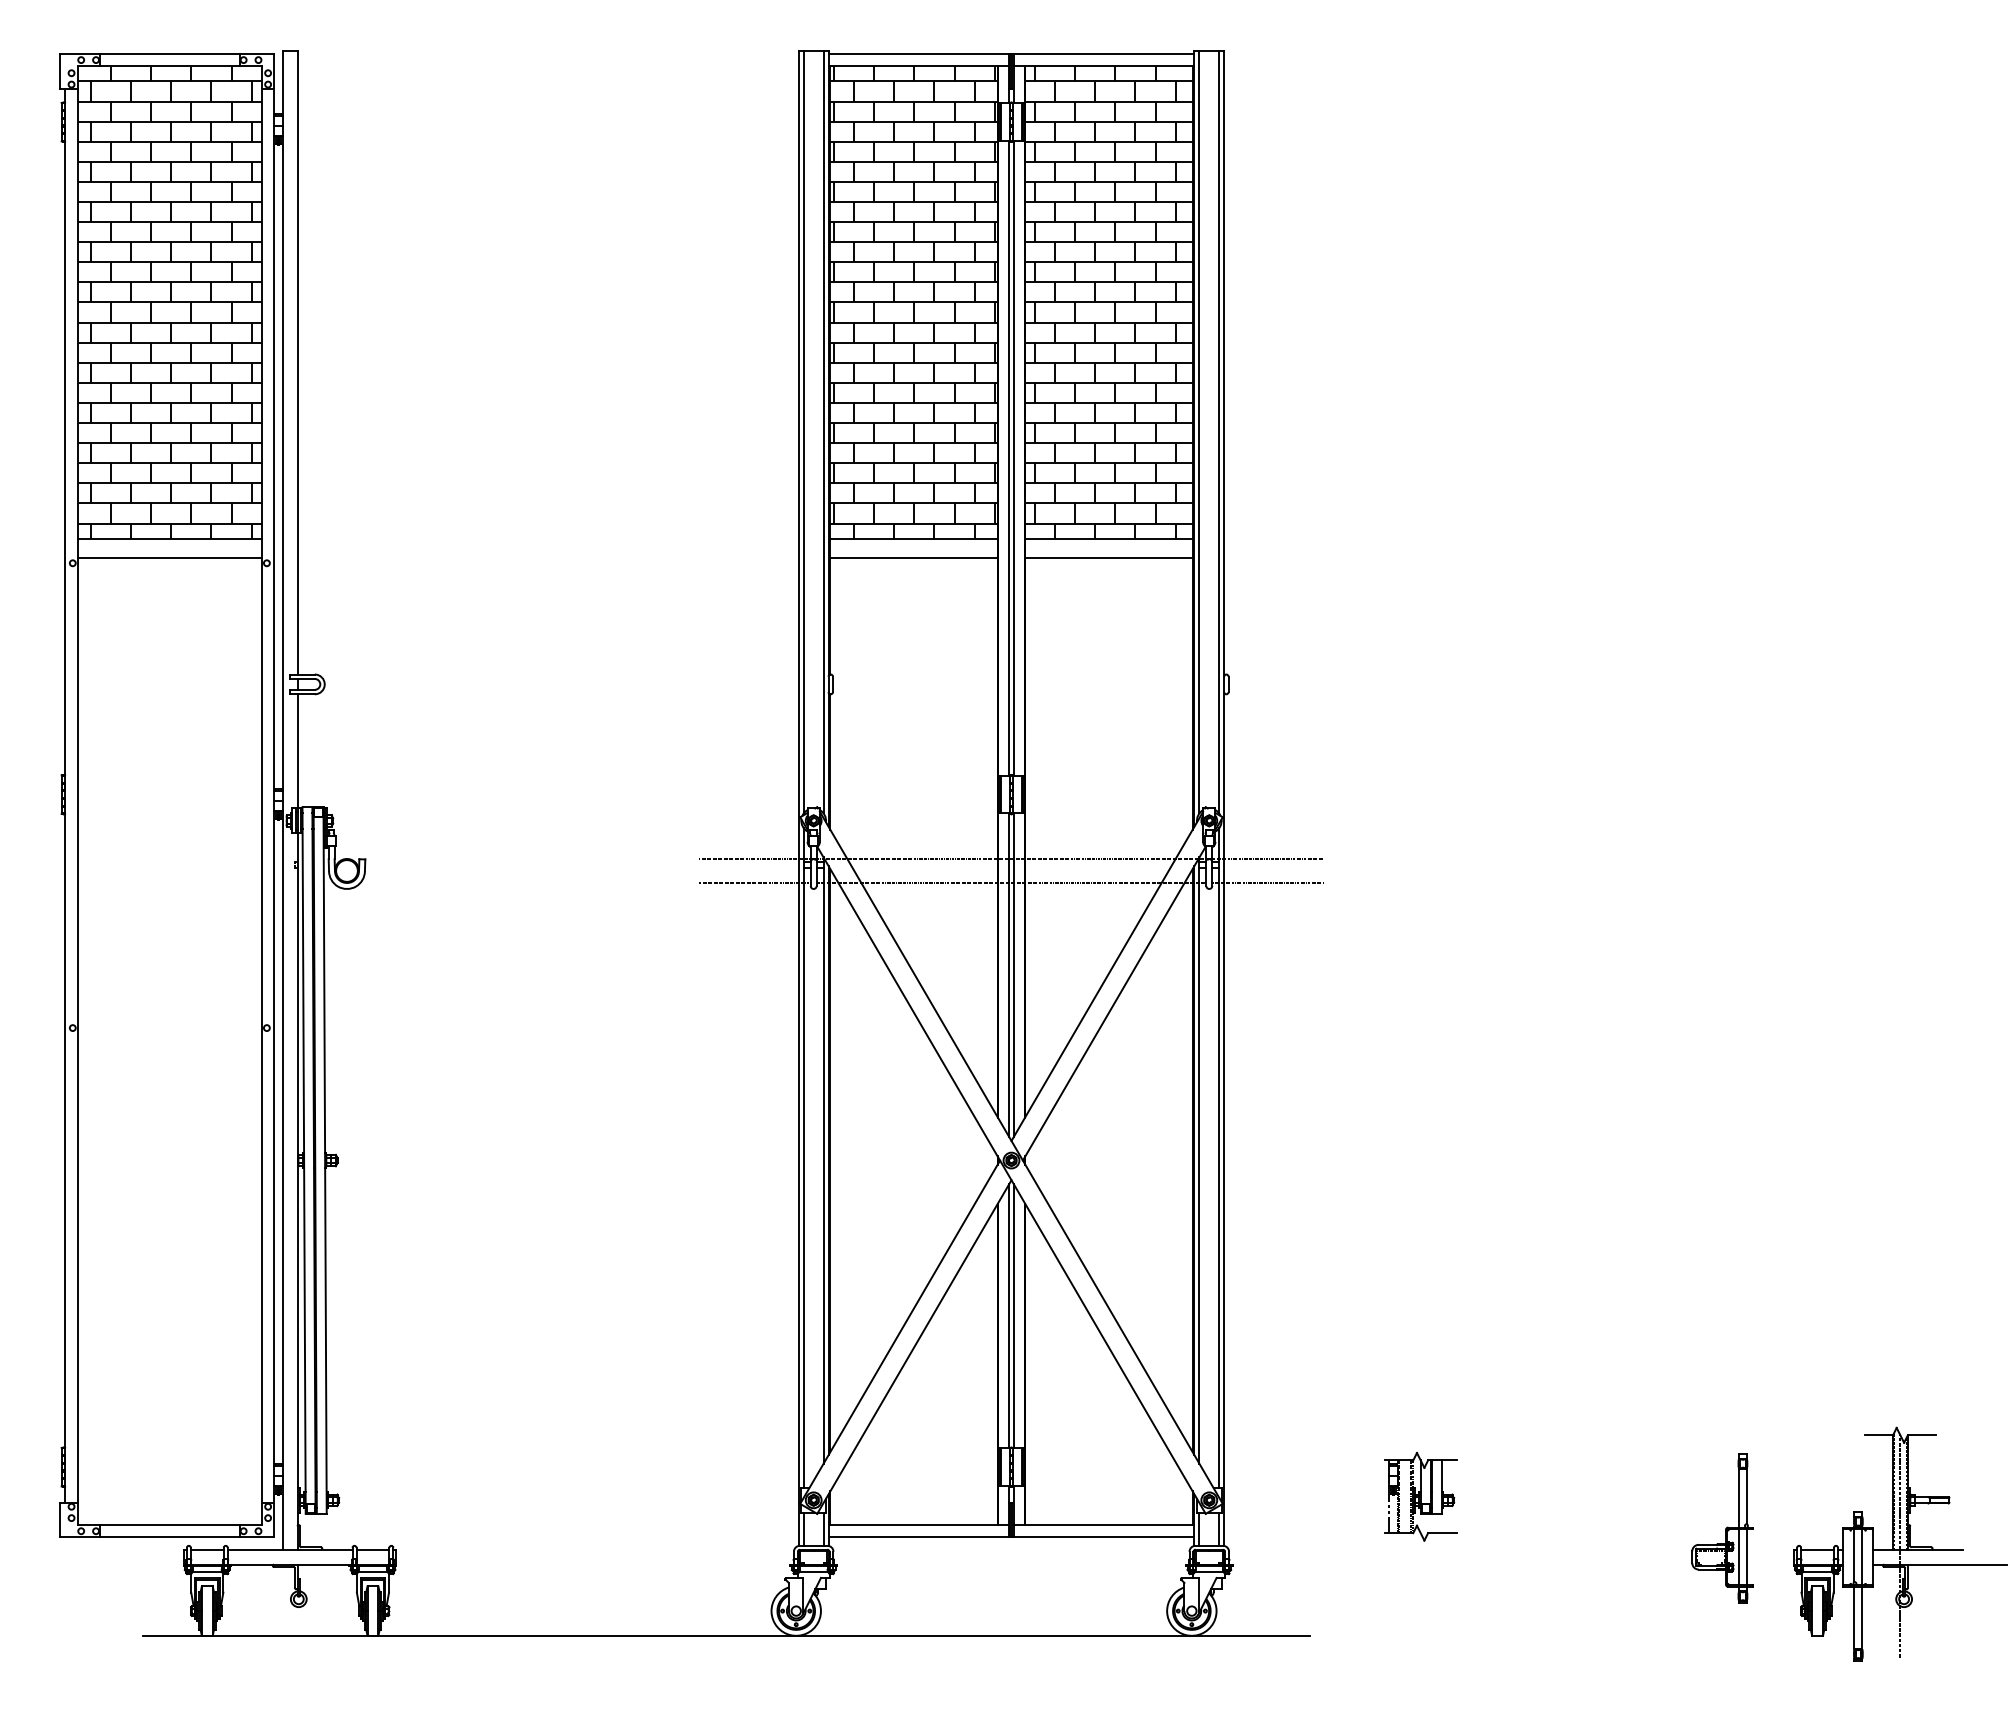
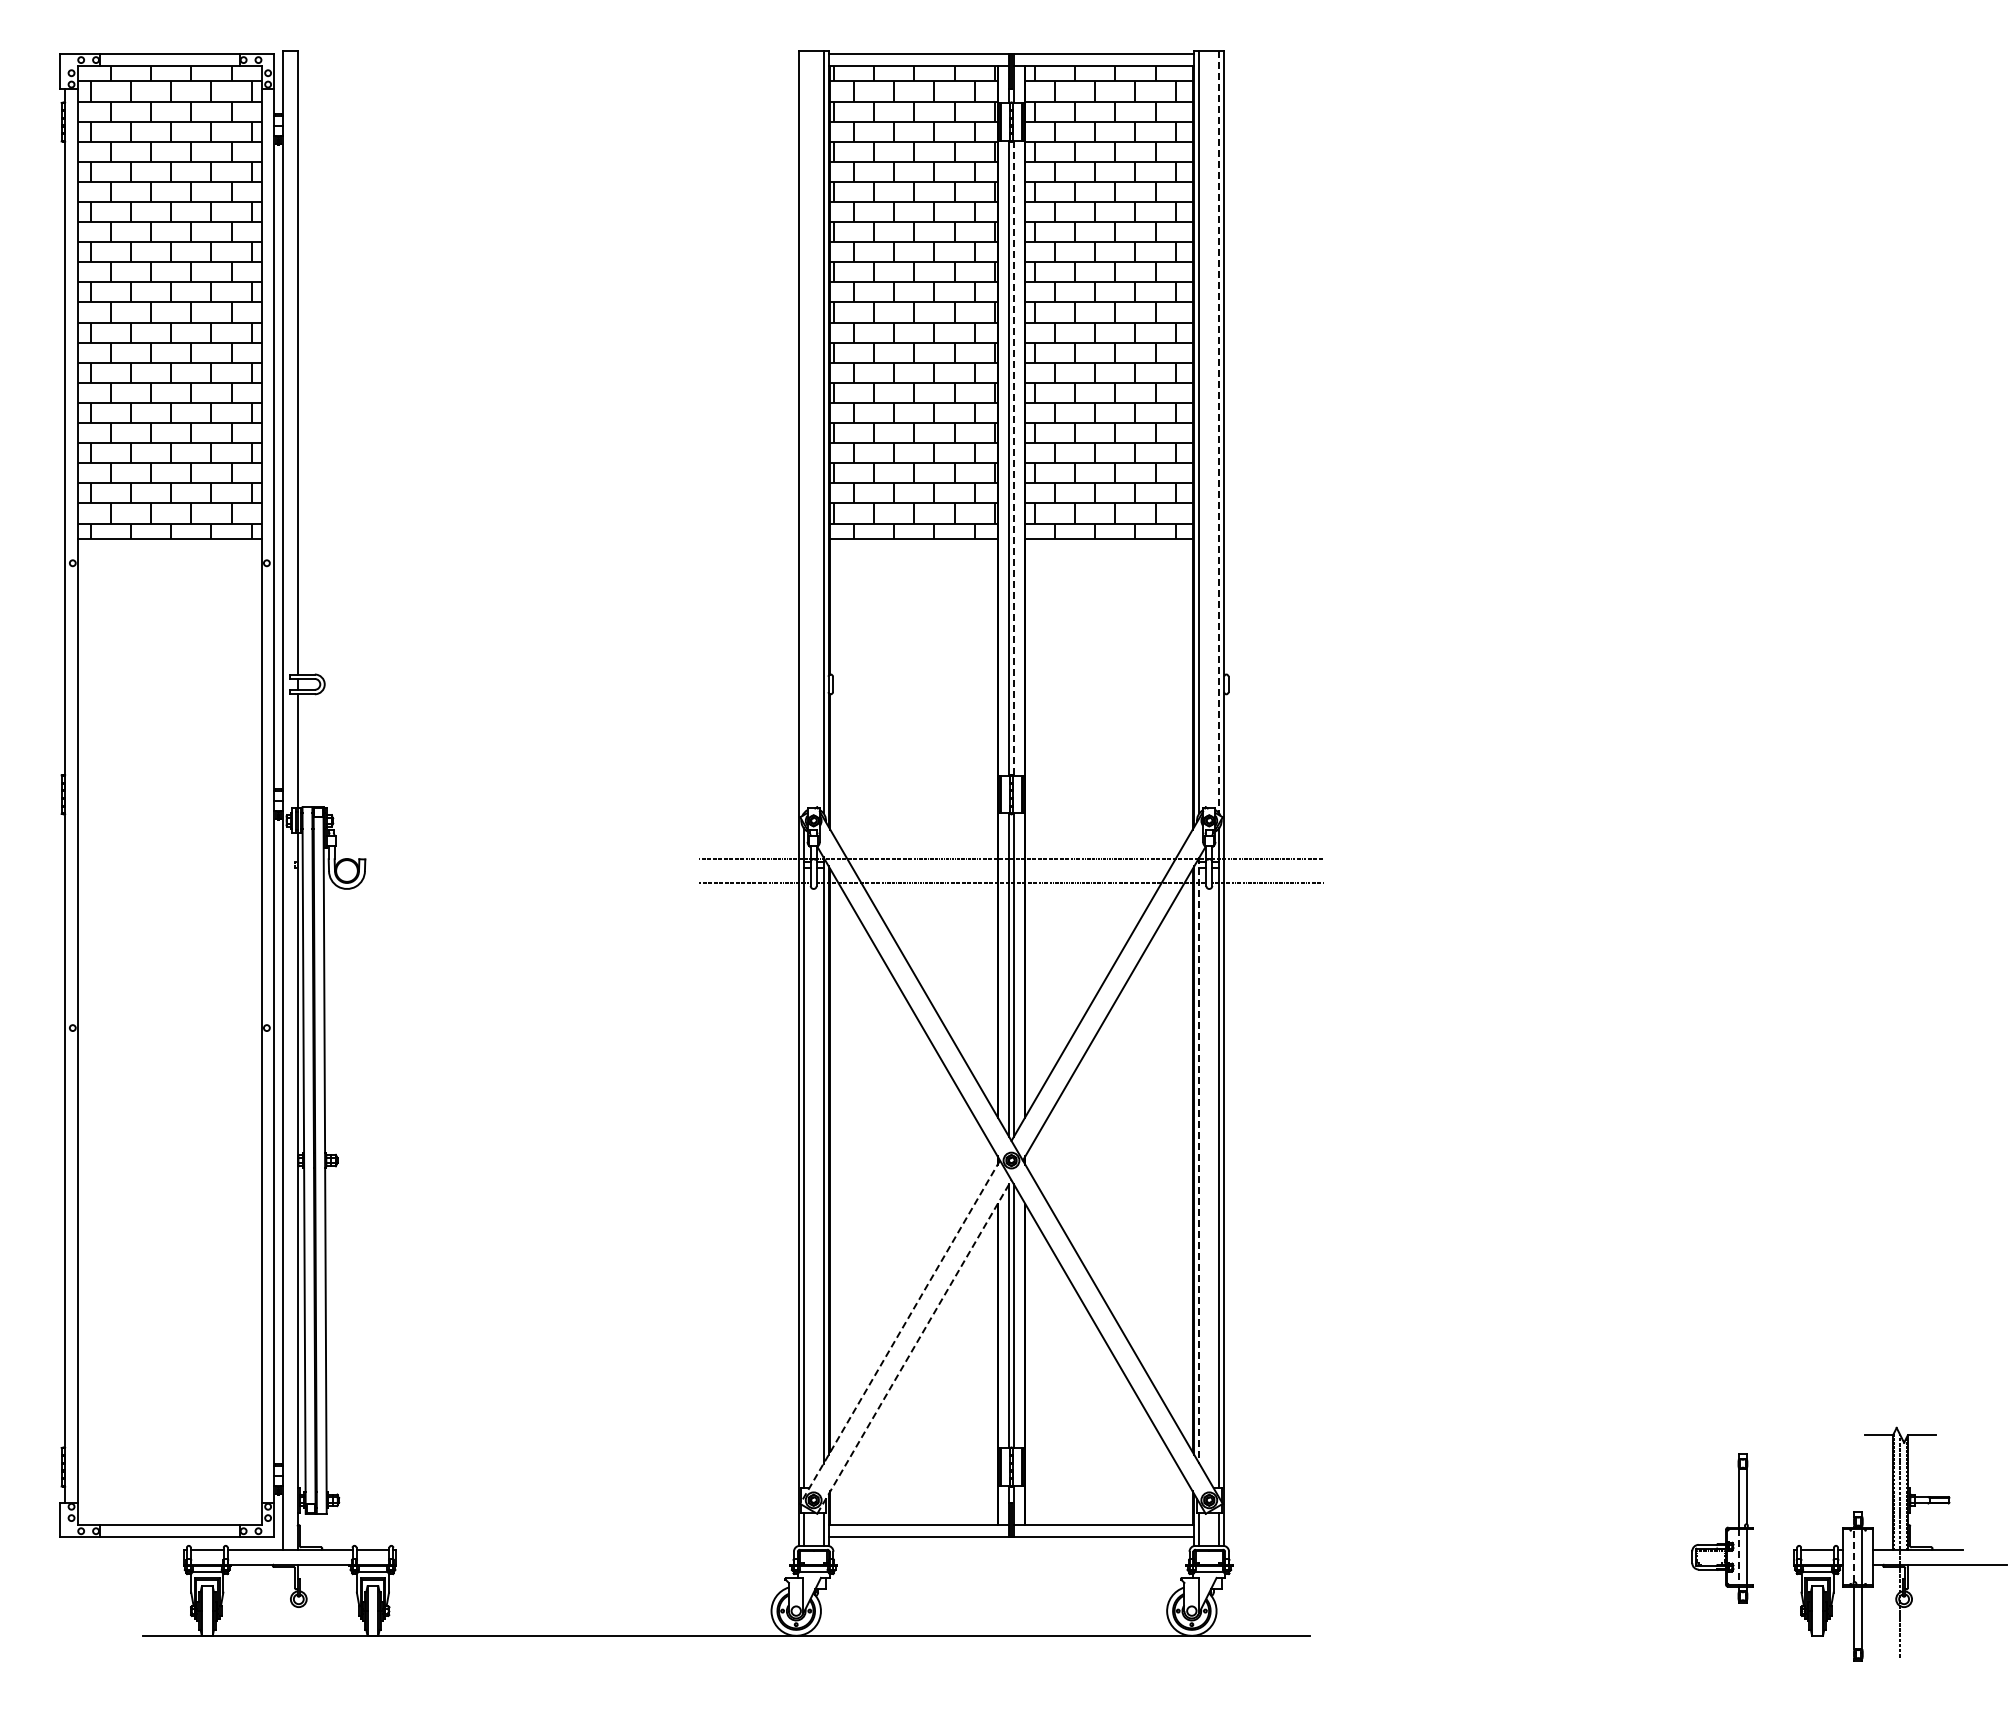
line at (803, 432): present -> none
line at (1219, 432): solid -> dashed
line at (1013, 458): solid -> dashed
line at (169, 558): present -> none
line at (913, 558): present -> none
line at (1108, 558): present -> none
line at (1199, 1161): solid -> dashed
line at (900, 1332): solid -> dashed
line at (914, 1346): solid -> dashed
part at (1420, 1496): present -> none
line at (1854, 1554): solid -> dashed
line at (1739, 1557): solid -> dashed
